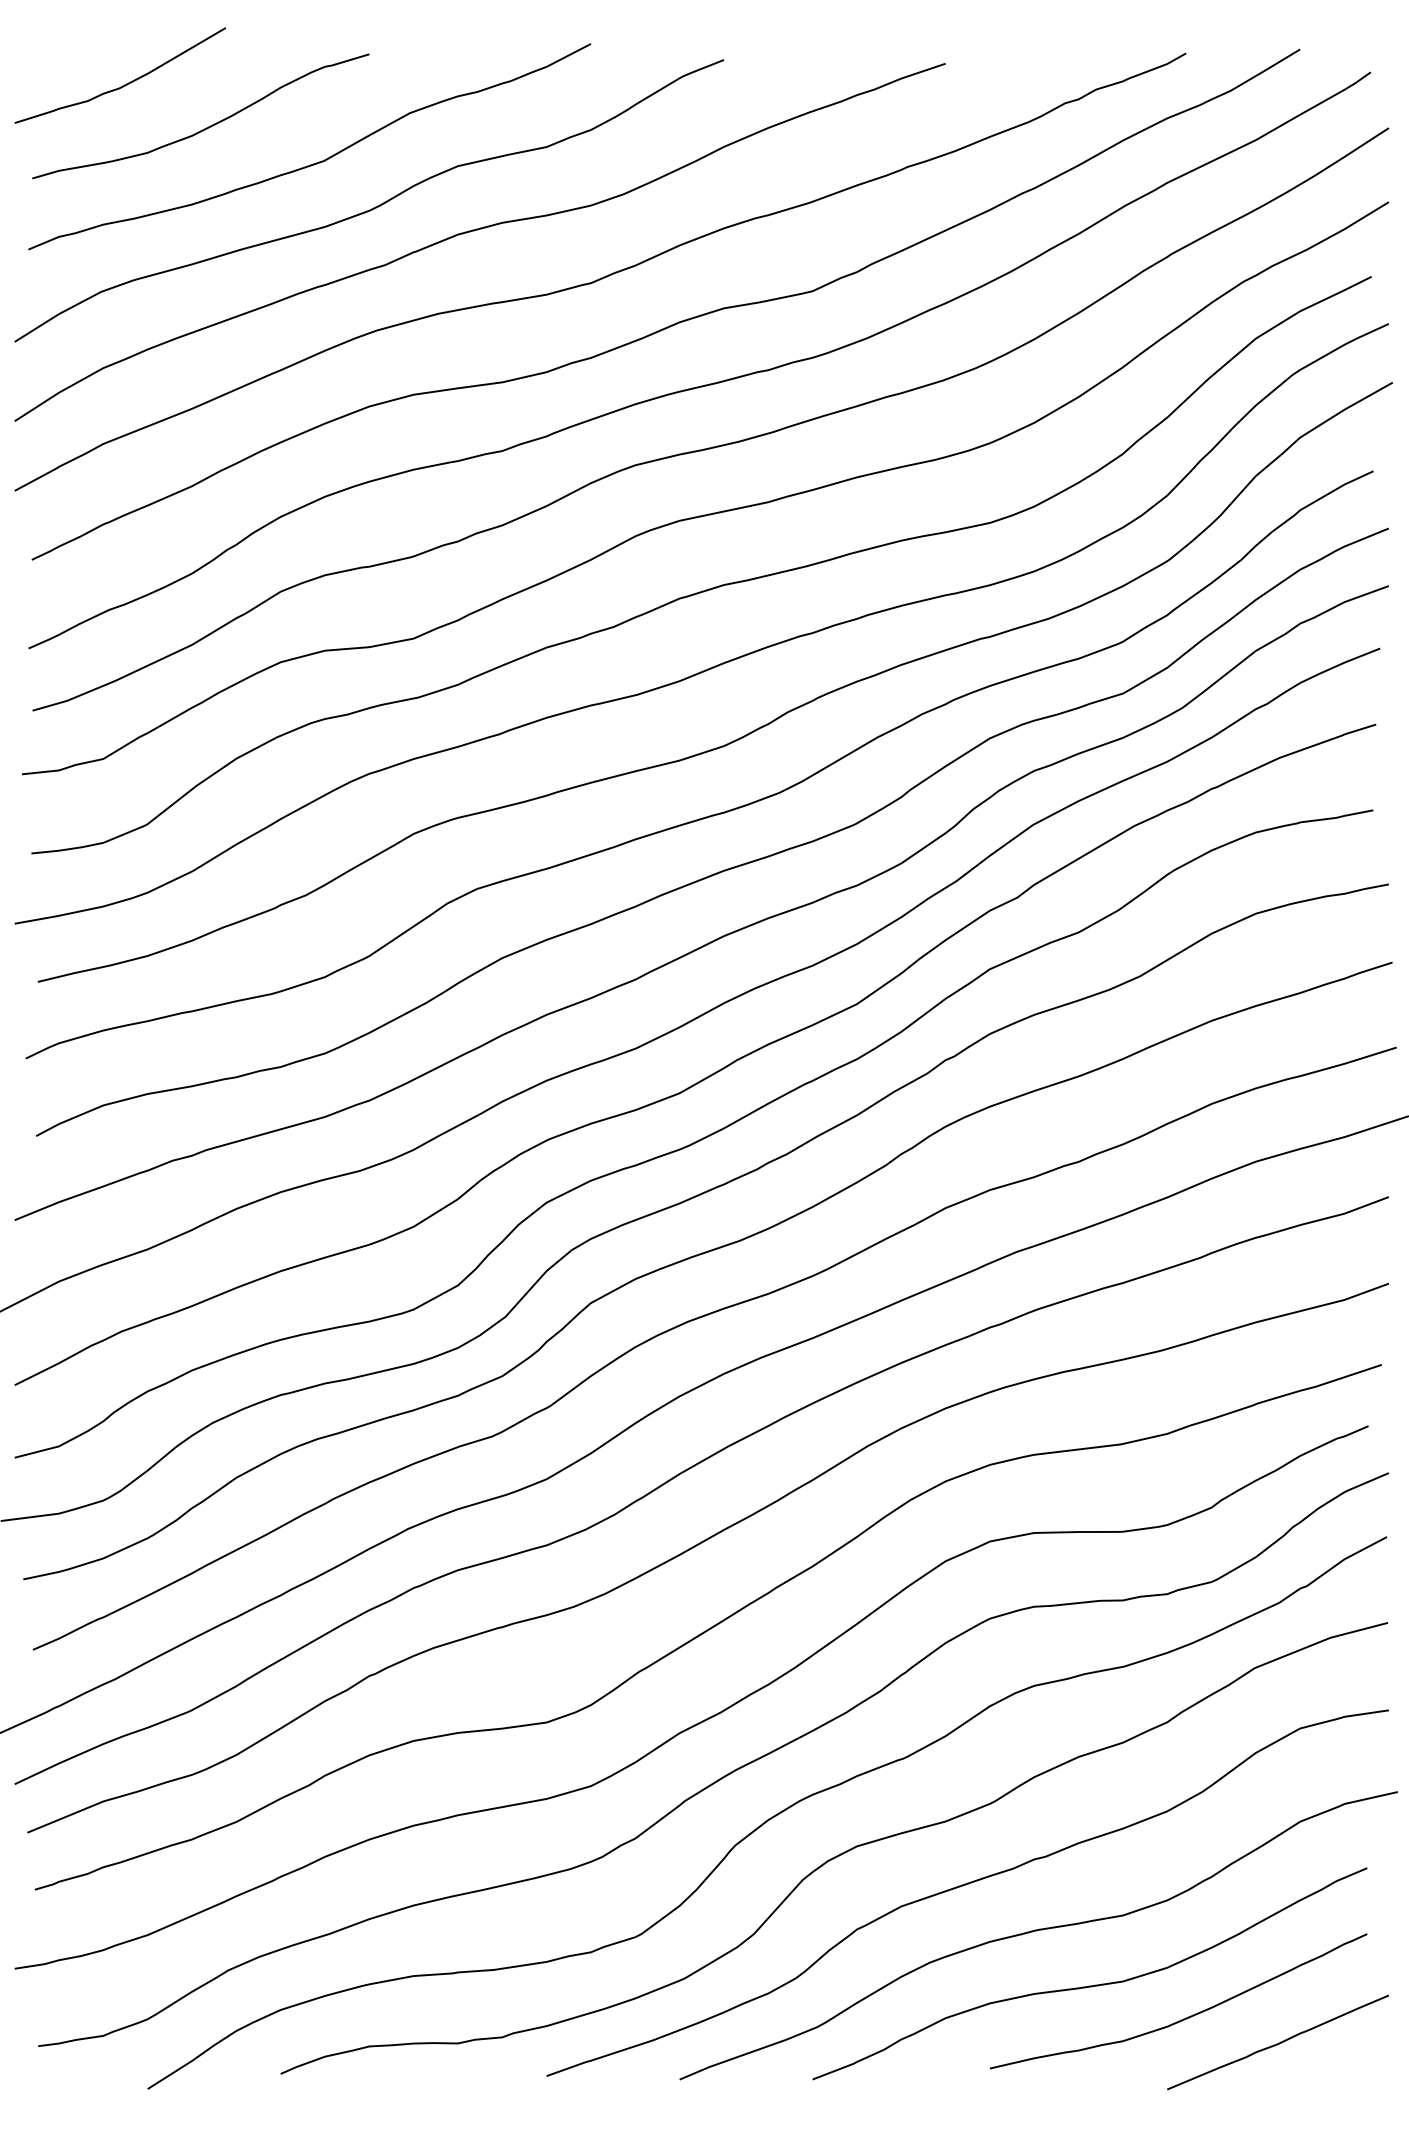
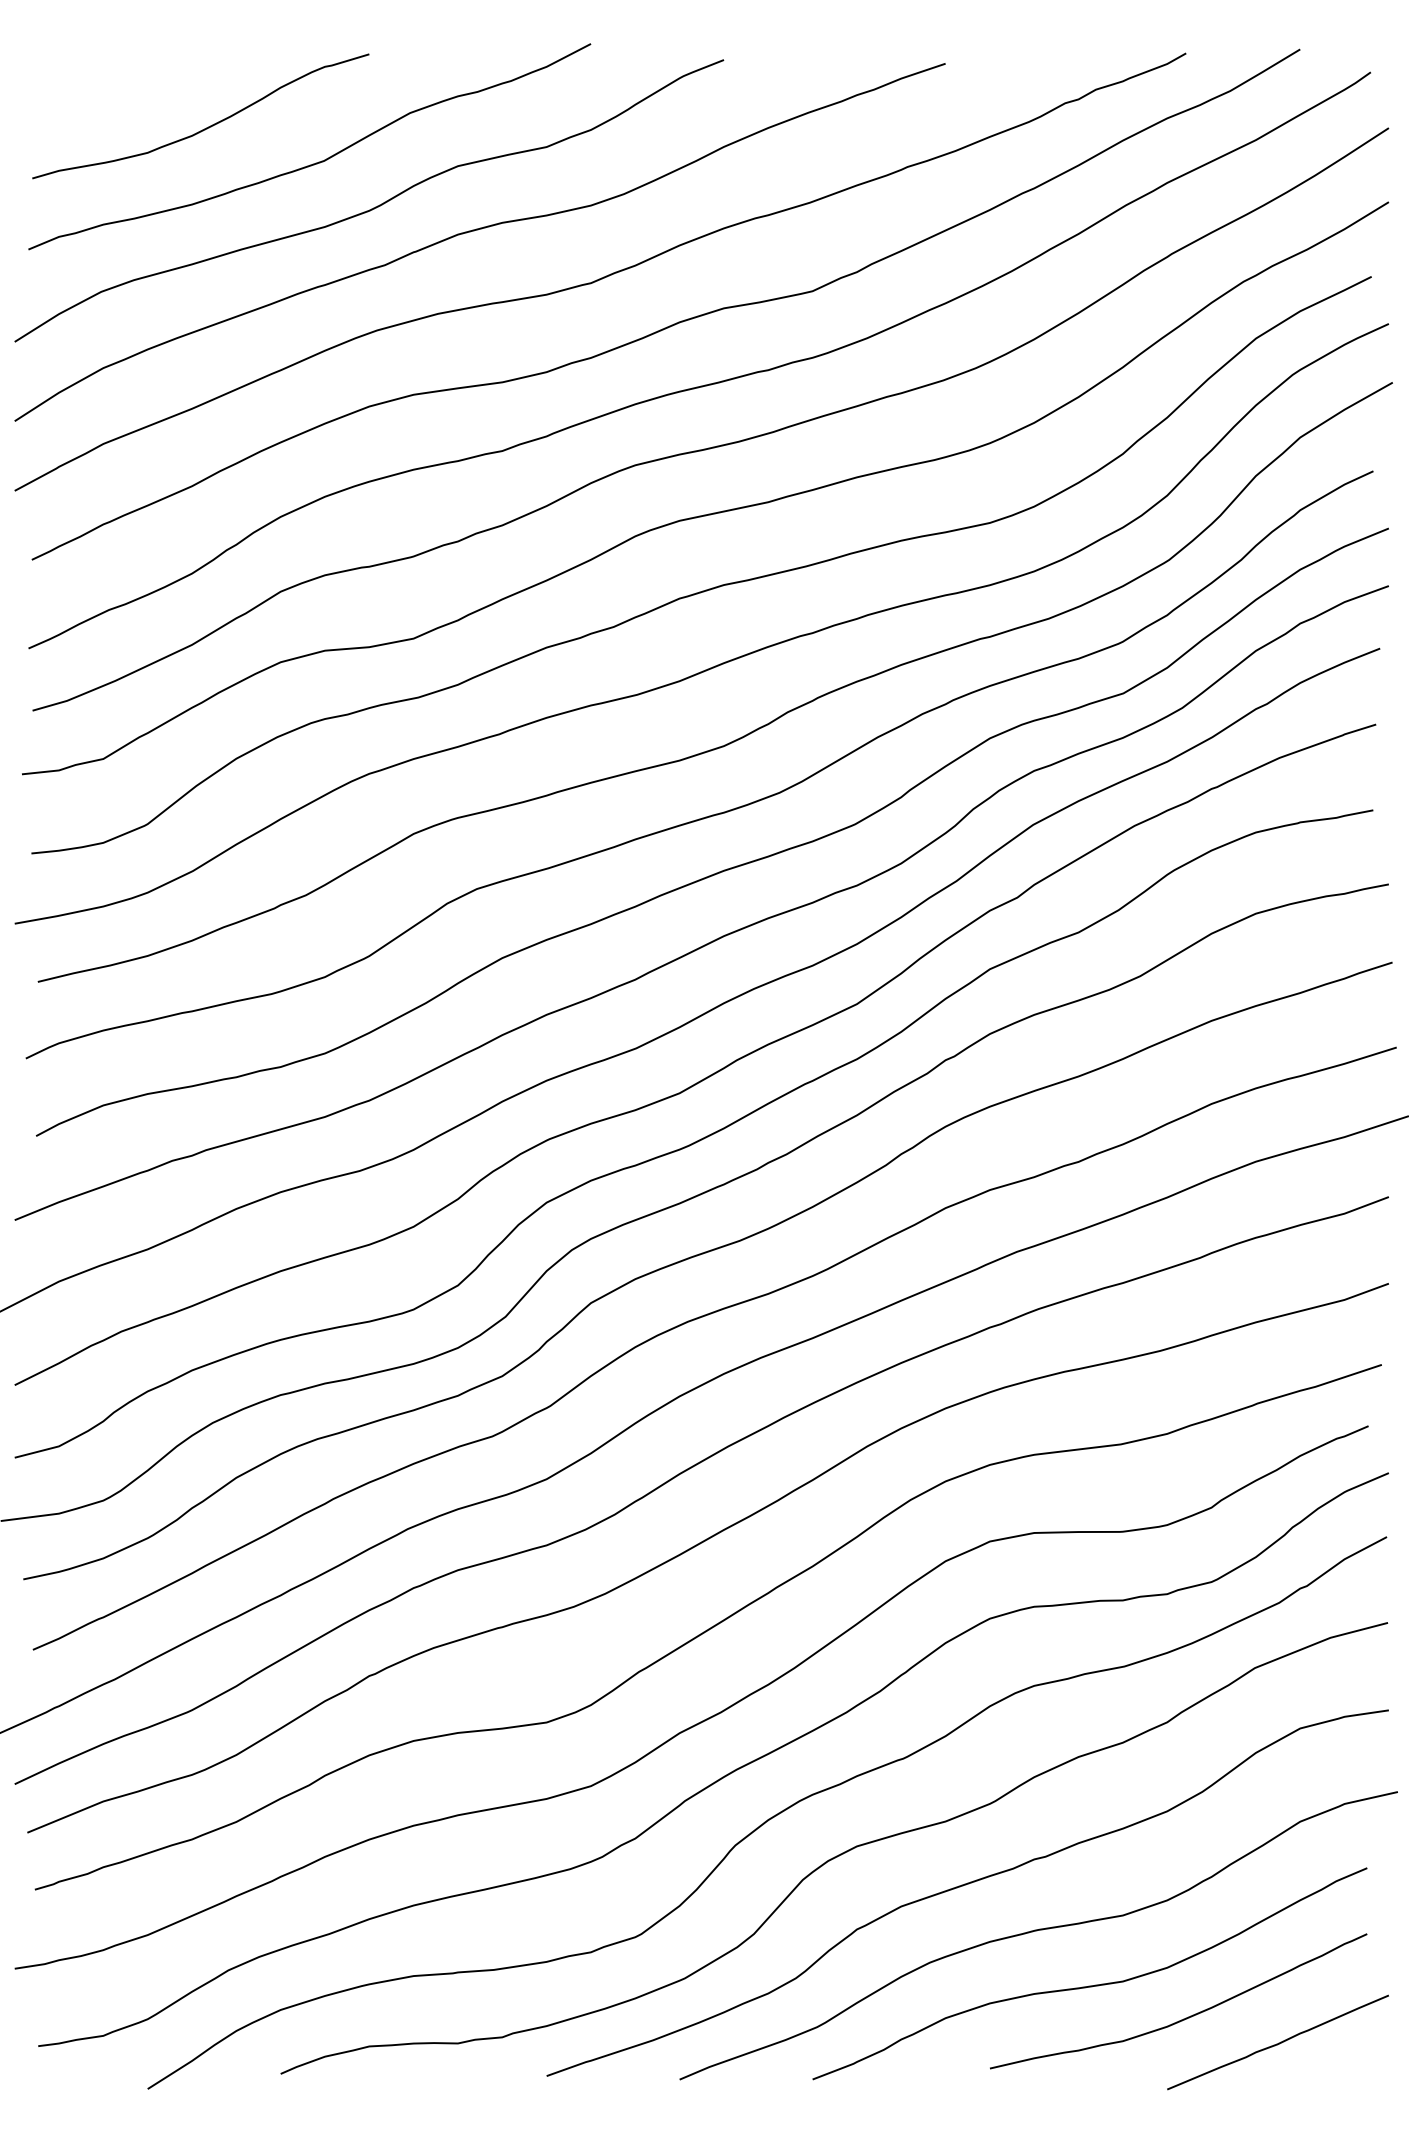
curve at (124, 84): present -> none
